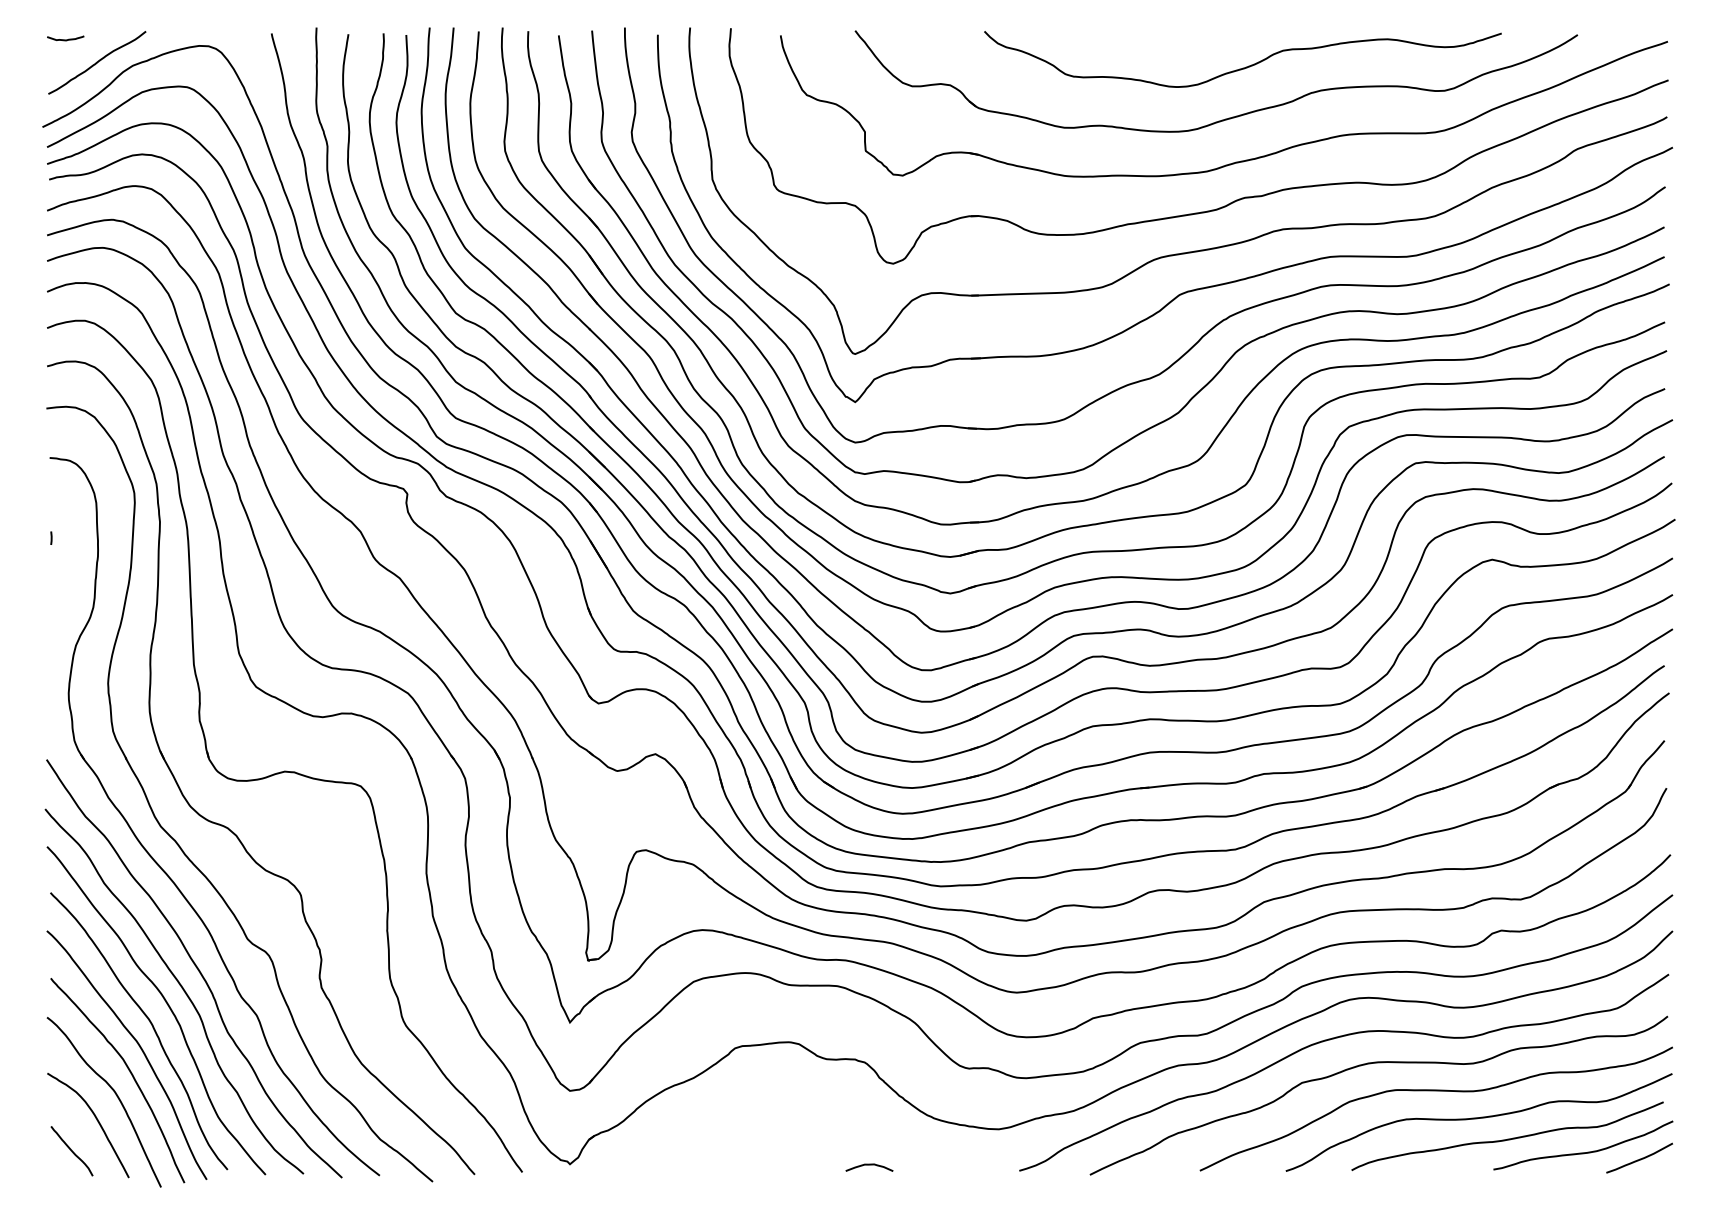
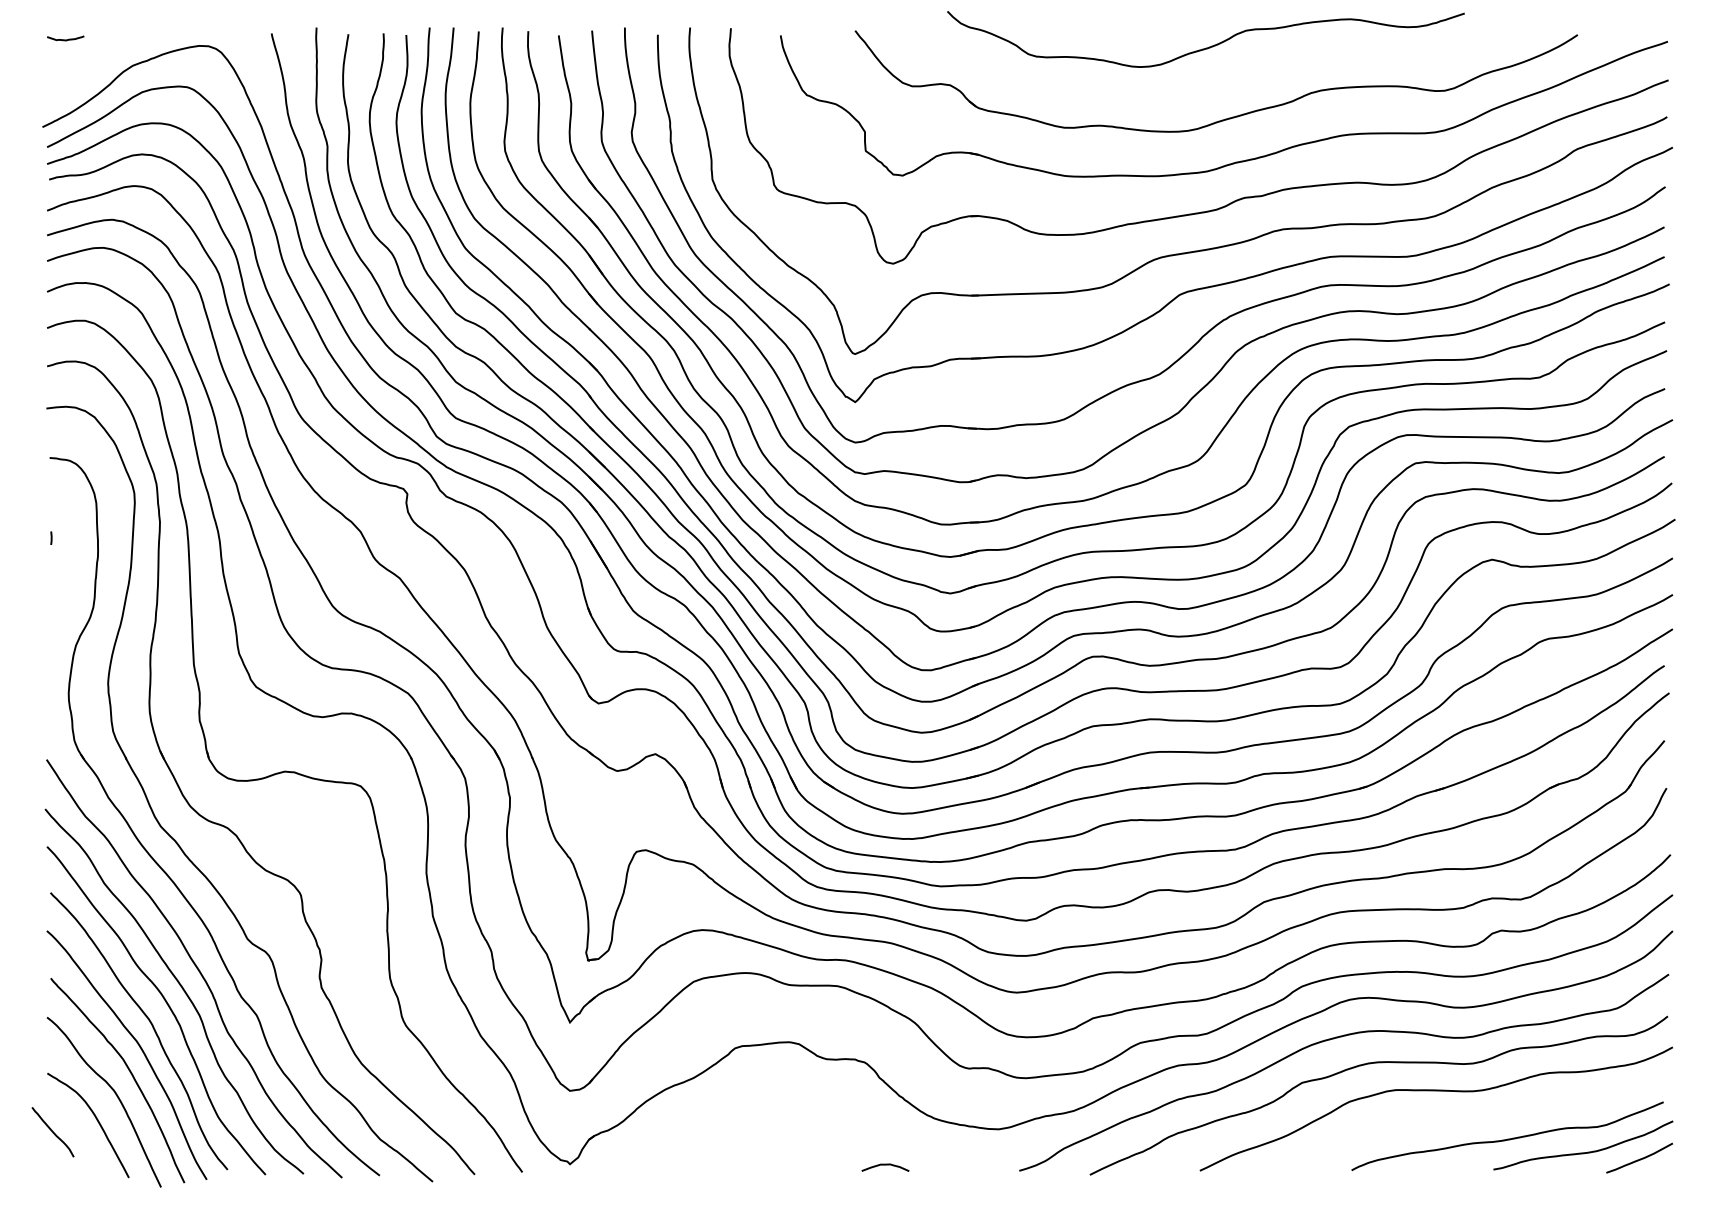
curve at (97, 62): present -> none
curve at (1246, 66) position: (1246, 66) -> (1209, 46)
curve at (1477, 1119): present -> none
curve at (71, 1151) position: (71, 1151) -> (52, 1132)
curve at (869, 1165) position: (869, 1165) -> (885, 1165)
